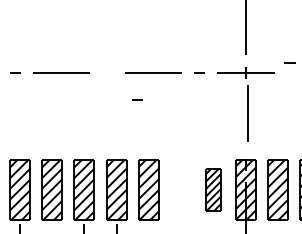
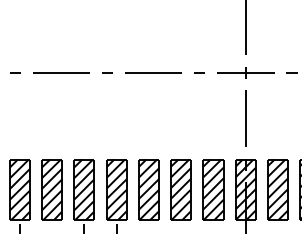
line at (289, 62) position: (289, 62) -> (291, 72)
line at (137, 99) position: (137, 99) -> (107, 72)
line at (247, 113) position: (247, 113) -> (245, 118)
part at (180, 189): none -> present
part at (213, 189) size: 17x44 px -> 23x62 px
